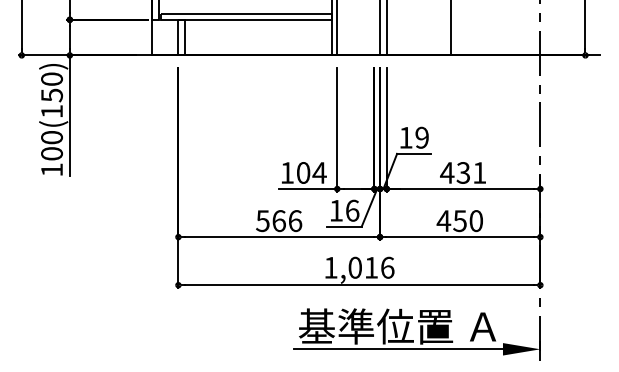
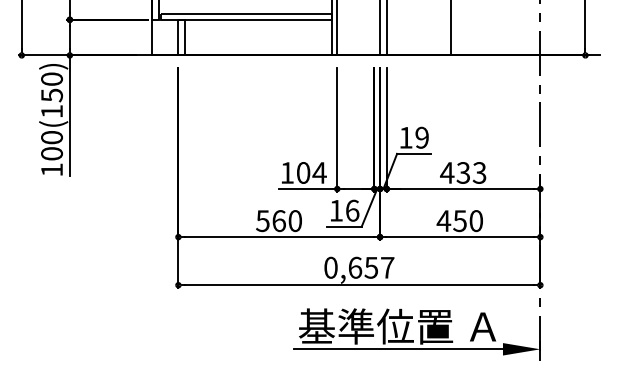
text at (479, 172): 431 -> 433
text at (295, 220): 566 -> 560
text at (359, 267): 1,016 -> 0,657
